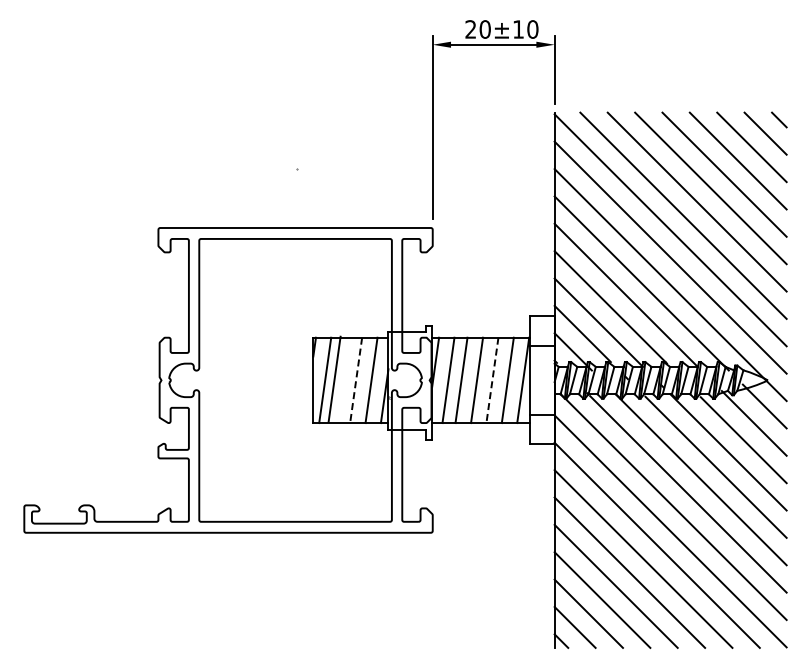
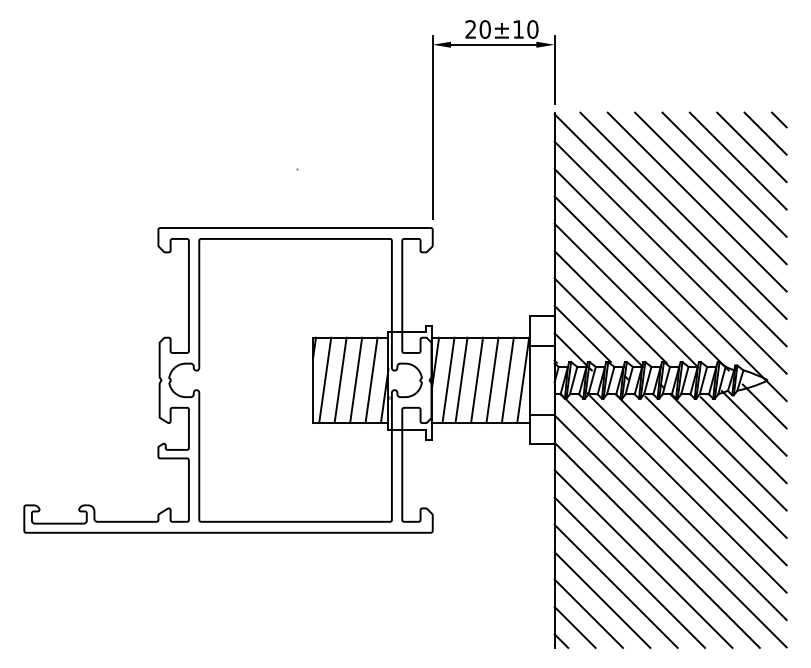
line at (334, 379) position: (334, 379) -> (340, 380)
line at (356, 380): dashed -> solid
line at (492, 380): dashed -> solid
